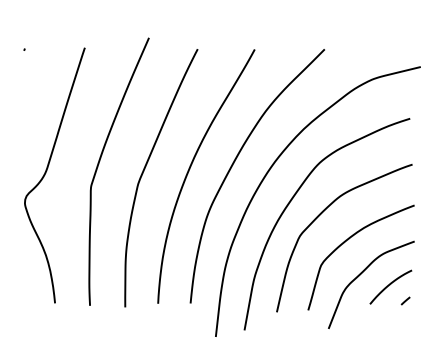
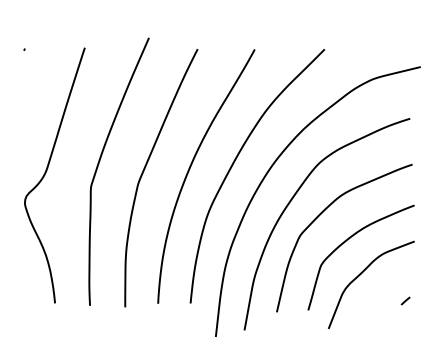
curve at (390, 285): present -> none
